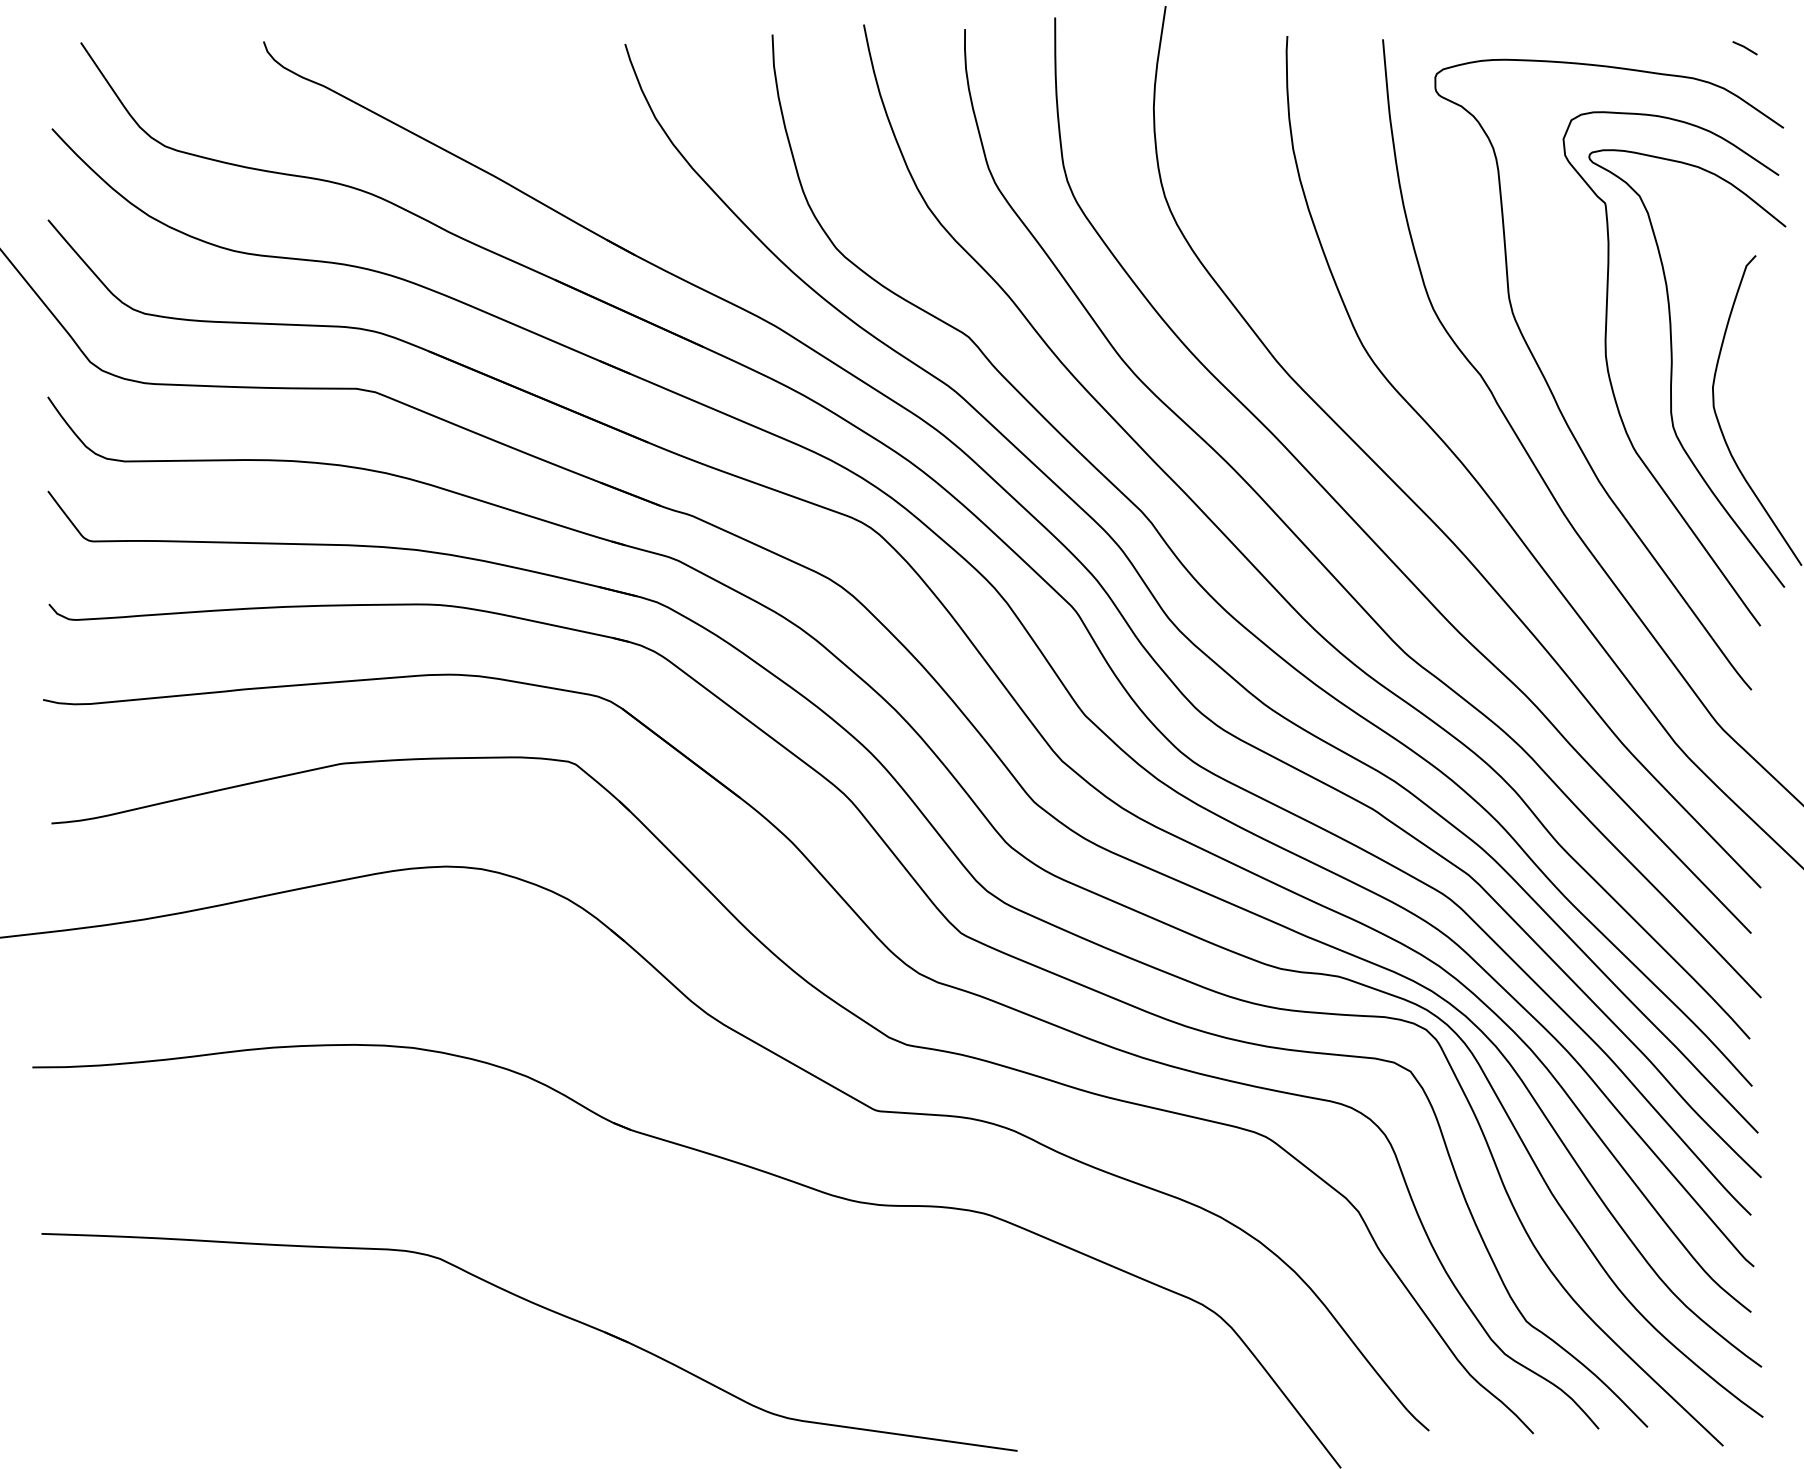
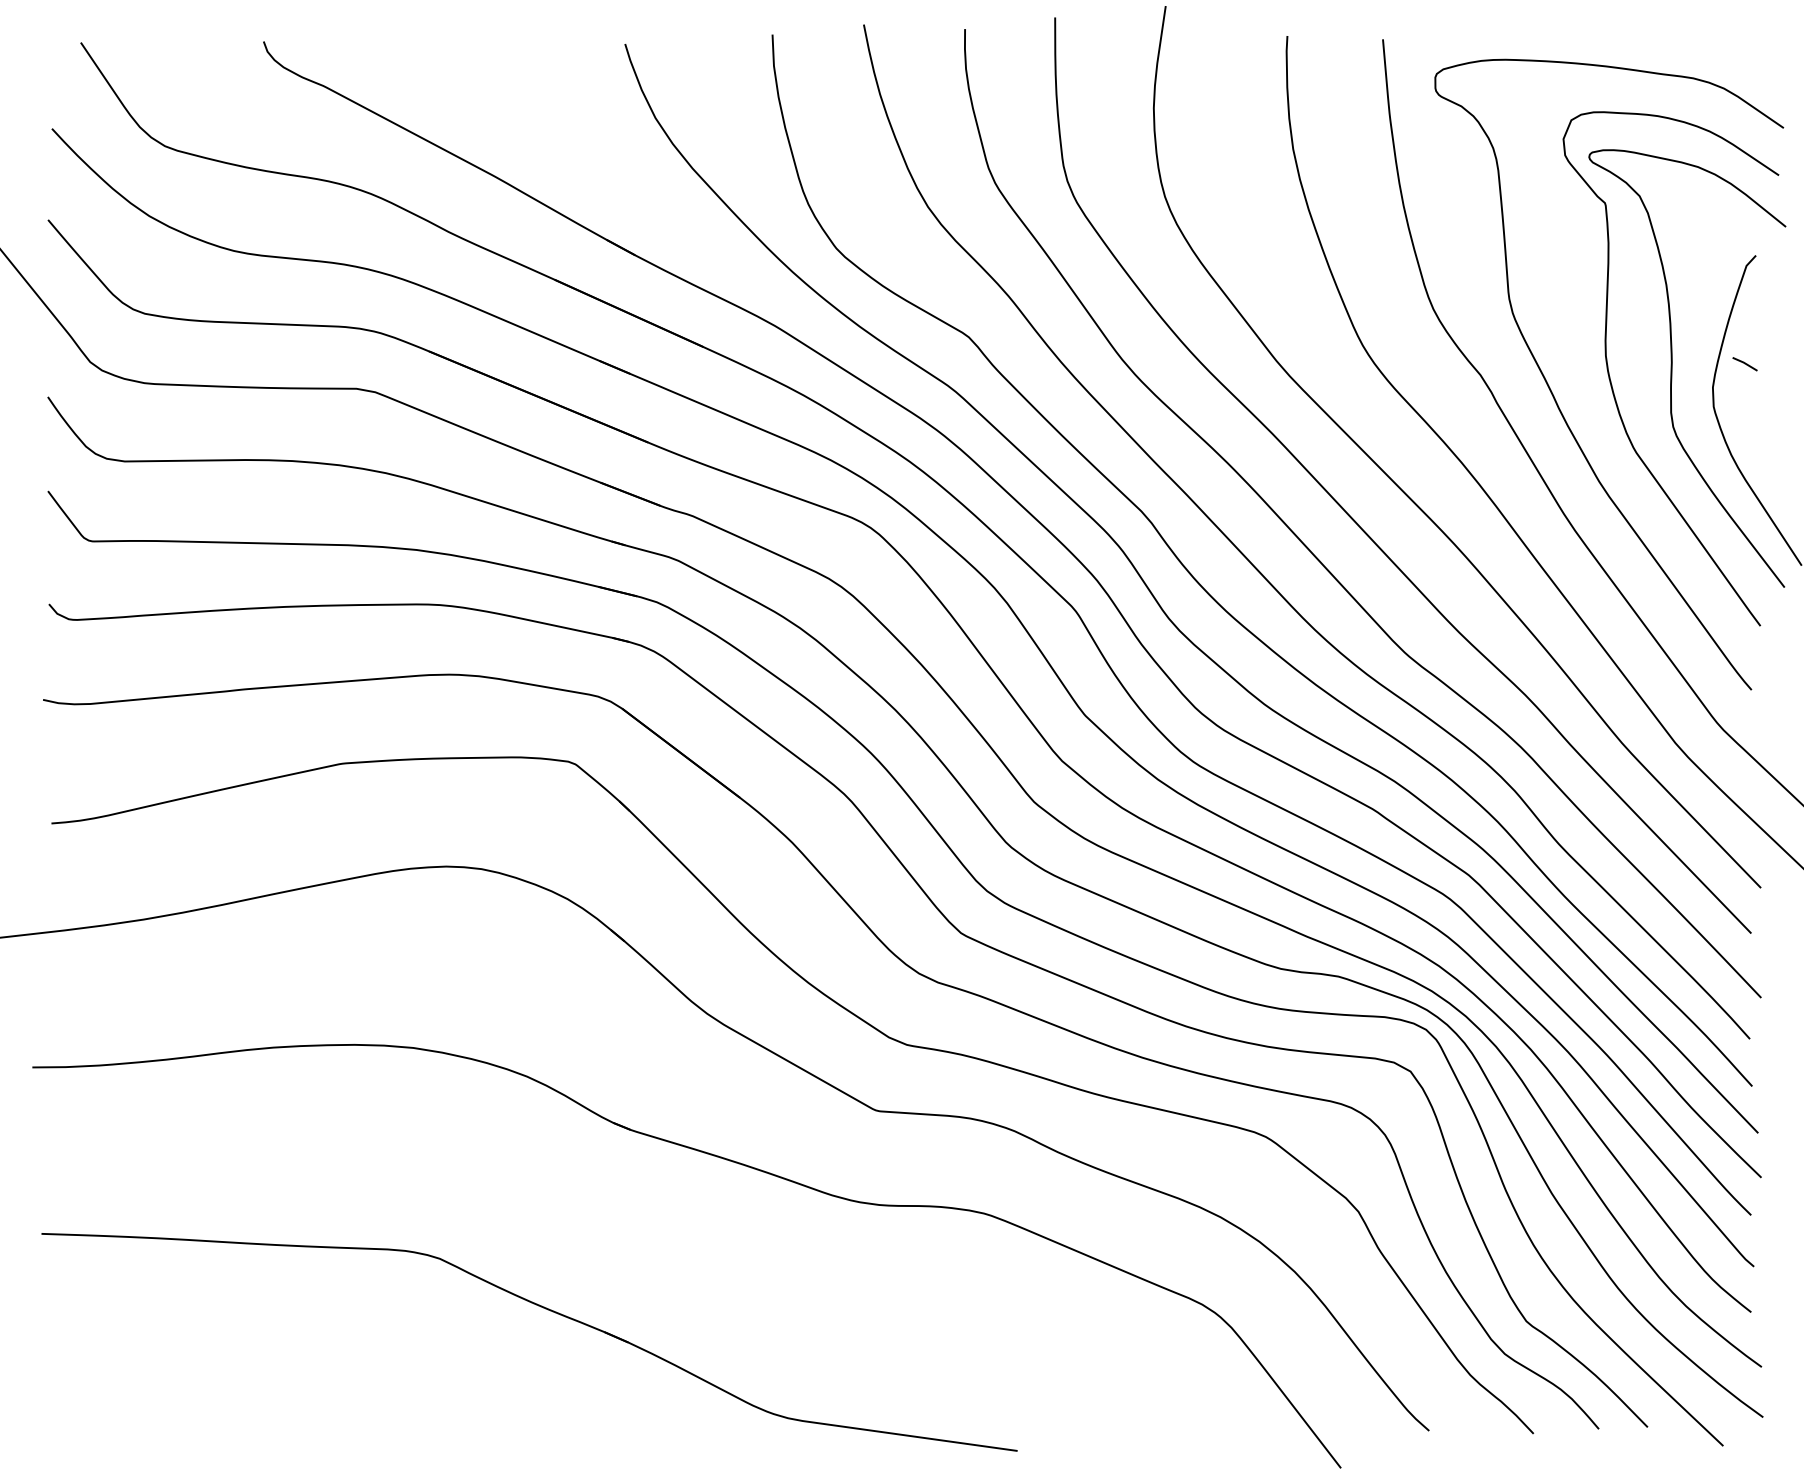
line at (1744, 48) position: (1744, 48) -> (1744, 364)
